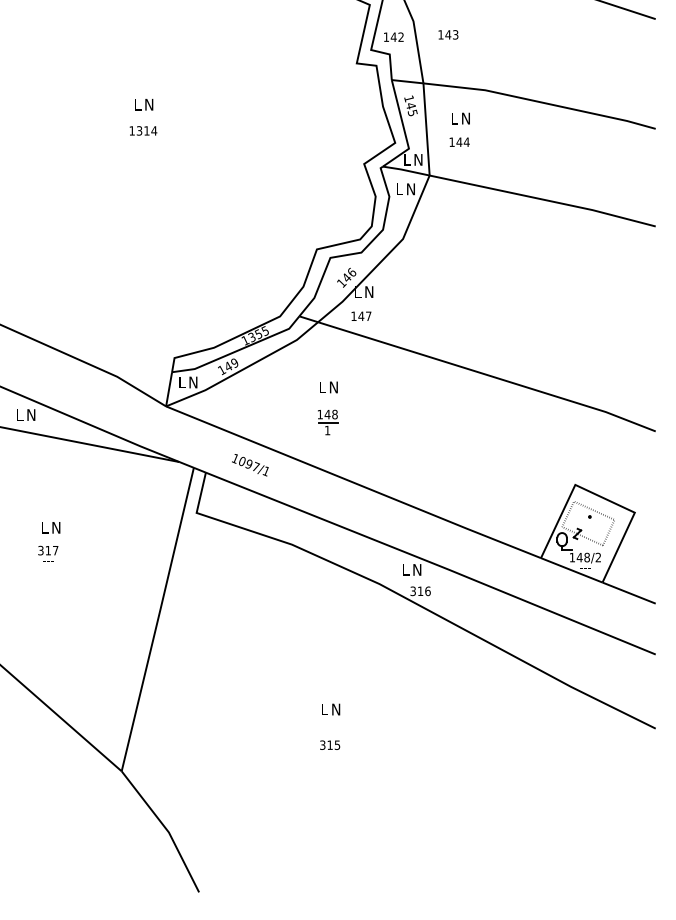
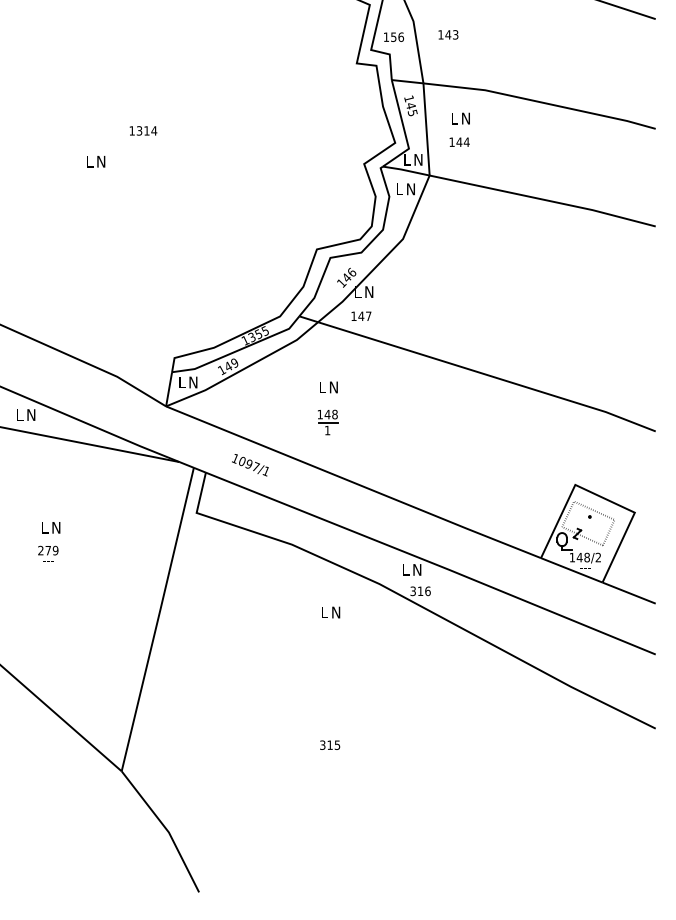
text at (397, 36): 142 -> 156
text at (144, 104) position: (144, 104) -> (96, 161)
text at (48, 550): 317 -> 279
text at (331, 709) position: (331, 709) -> (331, 612)
